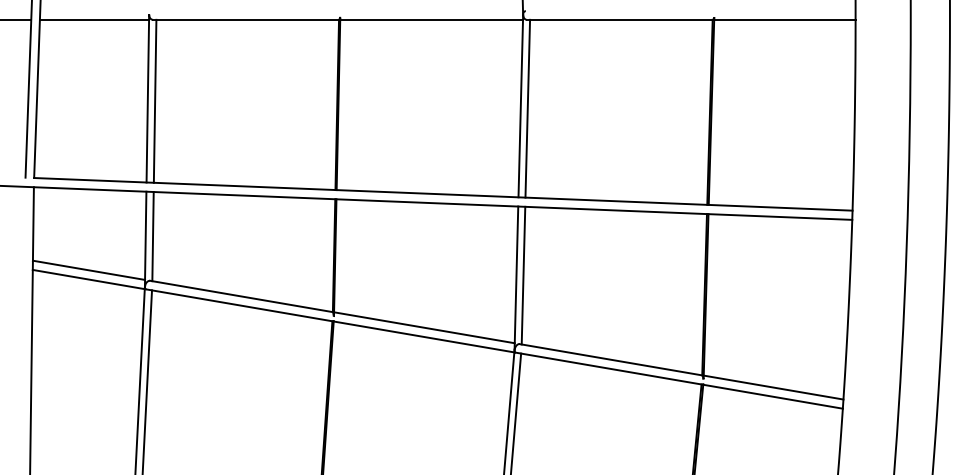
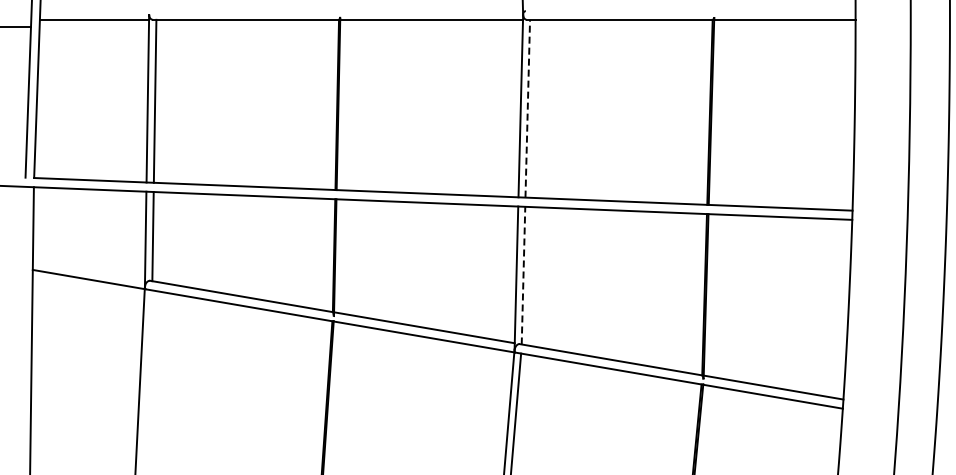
line at (16, 19) position: (16, 19) -> (16, 26)
line at (527, 108): solid -> dashed
line at (88, 269): present -> none
line at (523, 275): solid -> dashed
line at (147, 380): present -> none
